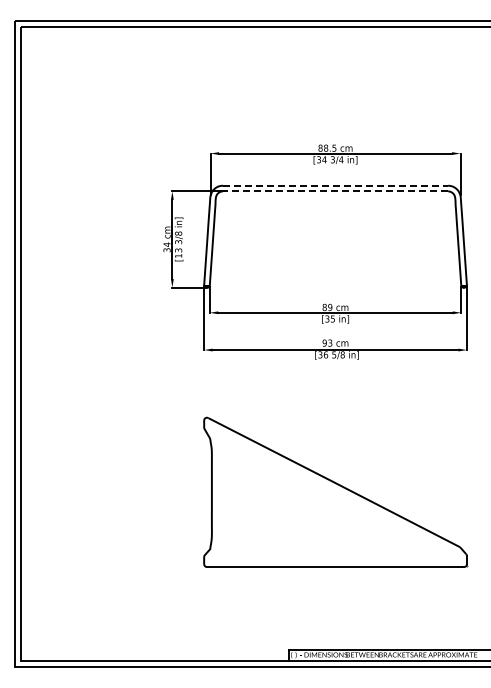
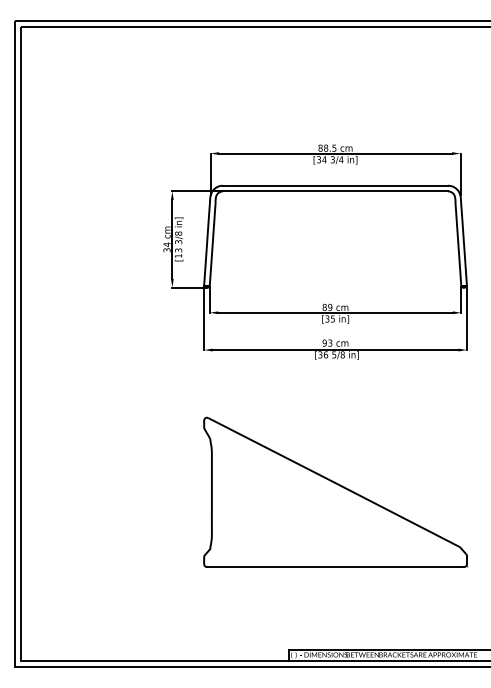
line at (335, 185): dashed -> solid
line at (335, 191): dashed -> solid
